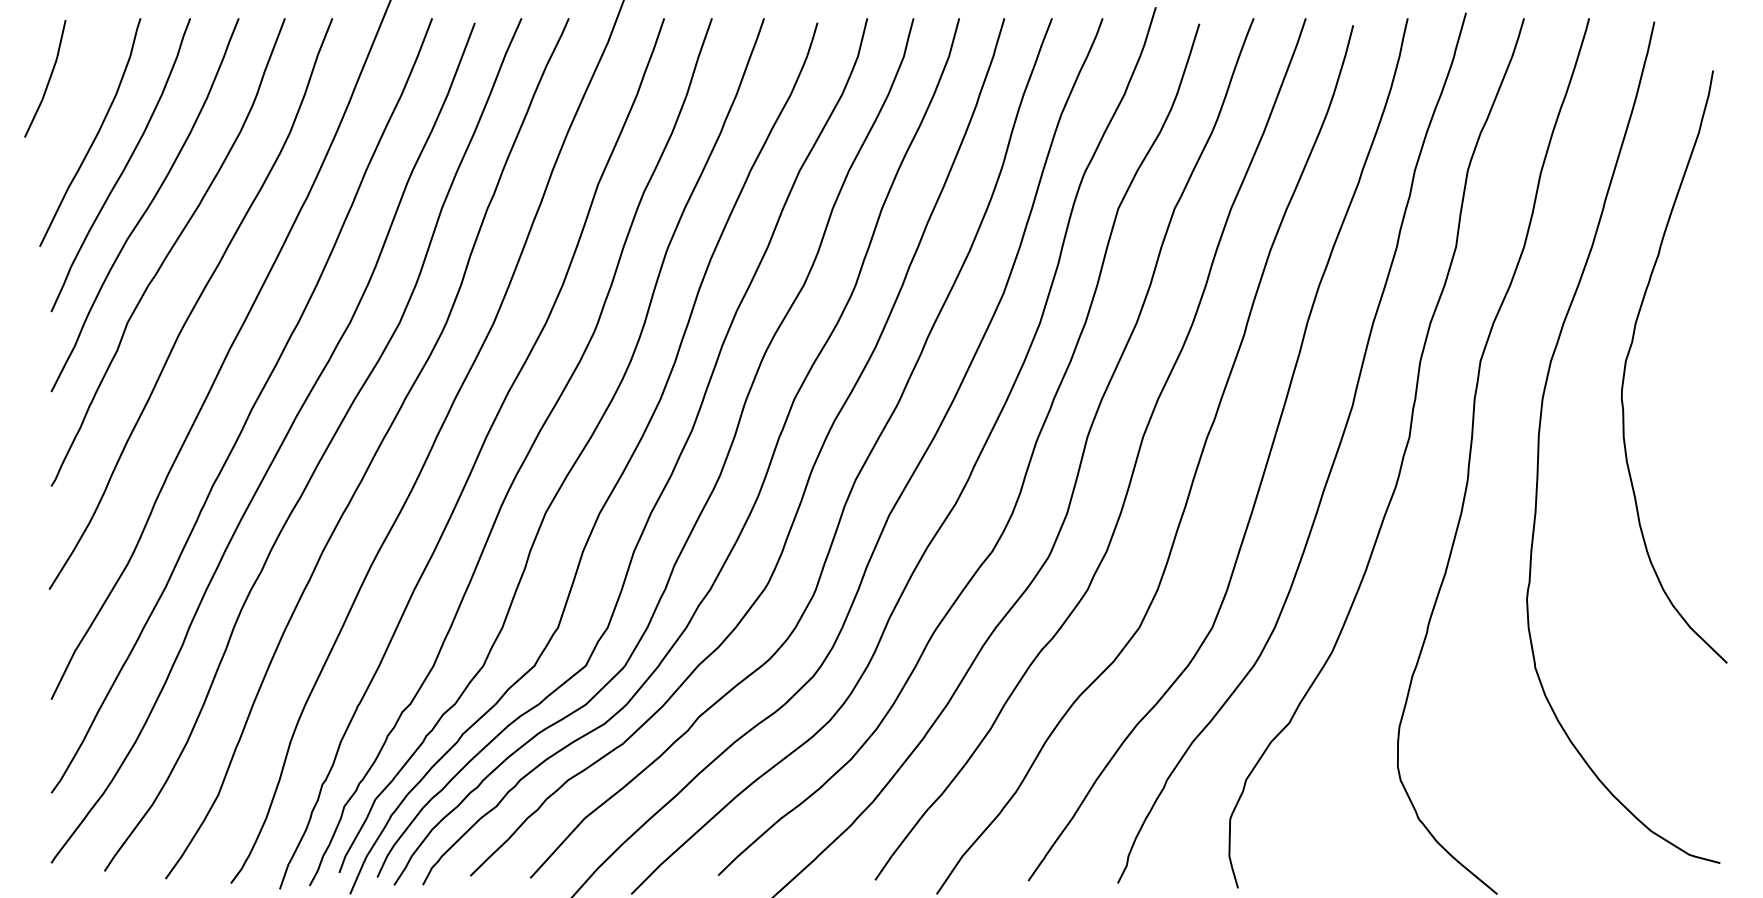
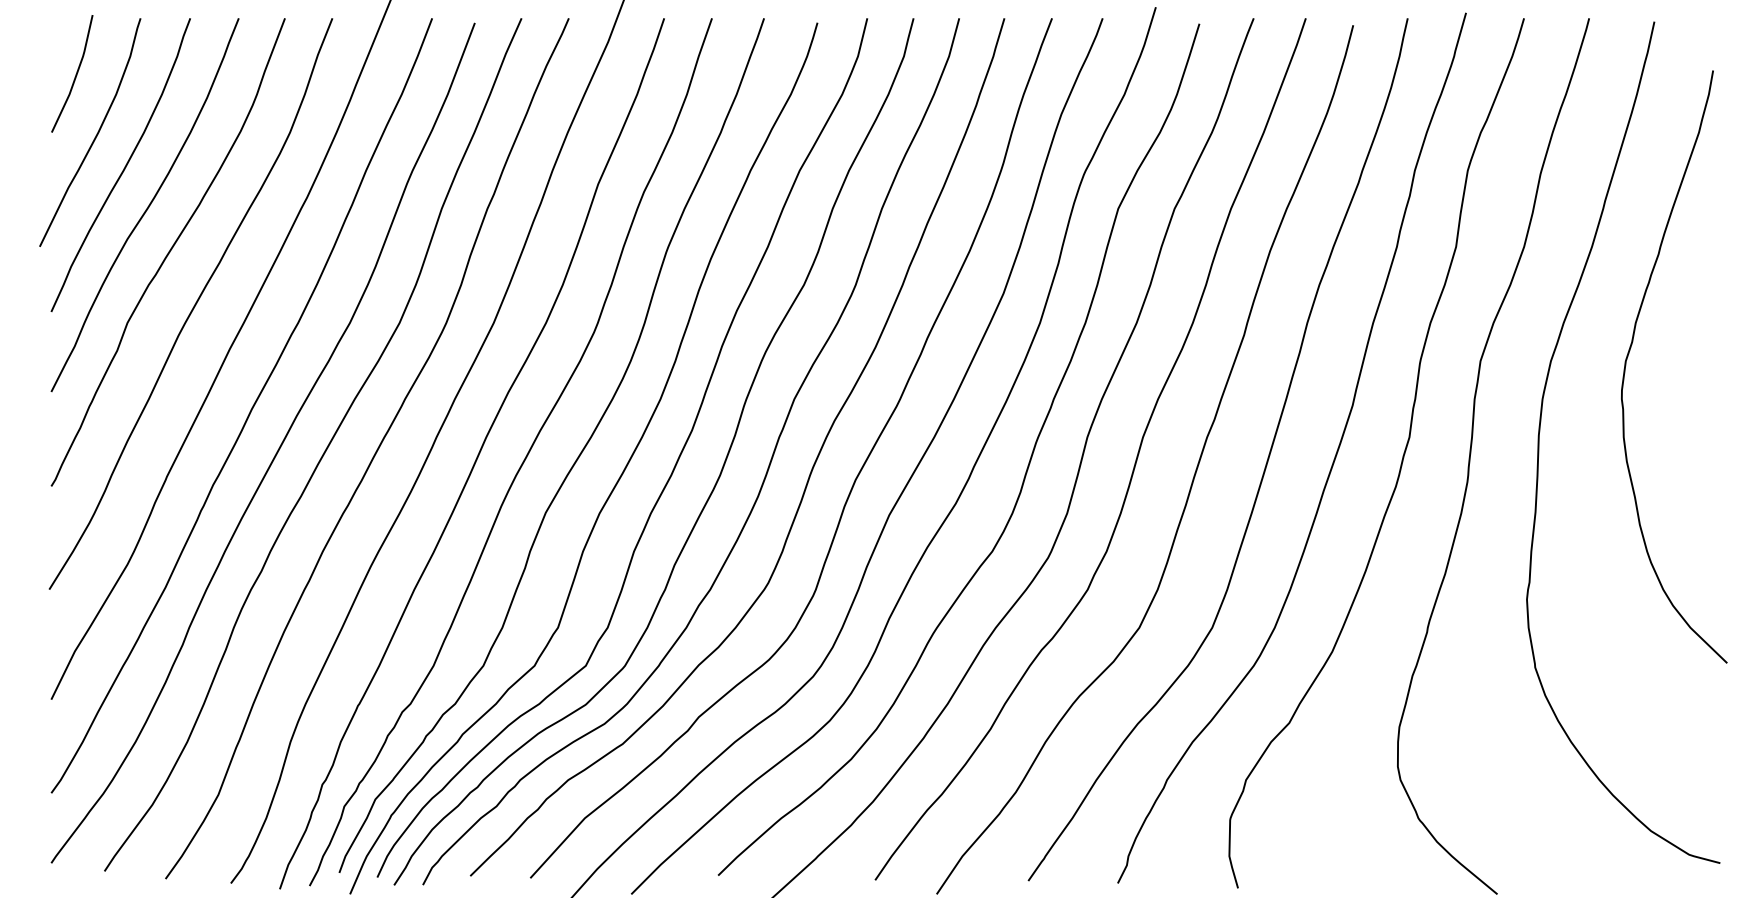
line at (48, 79) position: (48, 79) -> (75, 74)
